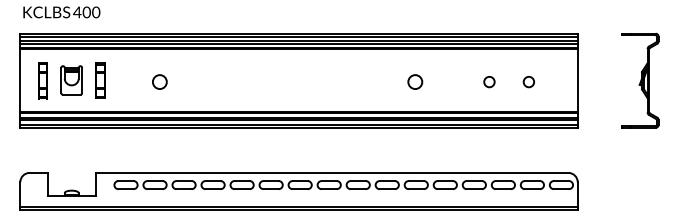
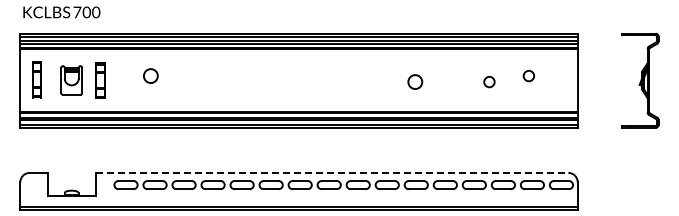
text at (77, 12): 400 -> 700
part at (42, 80) position: (42, 80) -> (36, 79)
circle at (159, 81) position: (159, 81) -> (150, 75)
circle at (528, 82) position: (528, 82) -> (528, 76)
line at (332, 172): solid -> dashed
